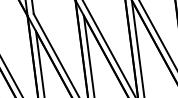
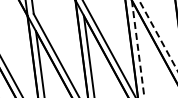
line at (158, 36): solid -> dashed
line at (138, 49): solid -> dashed
